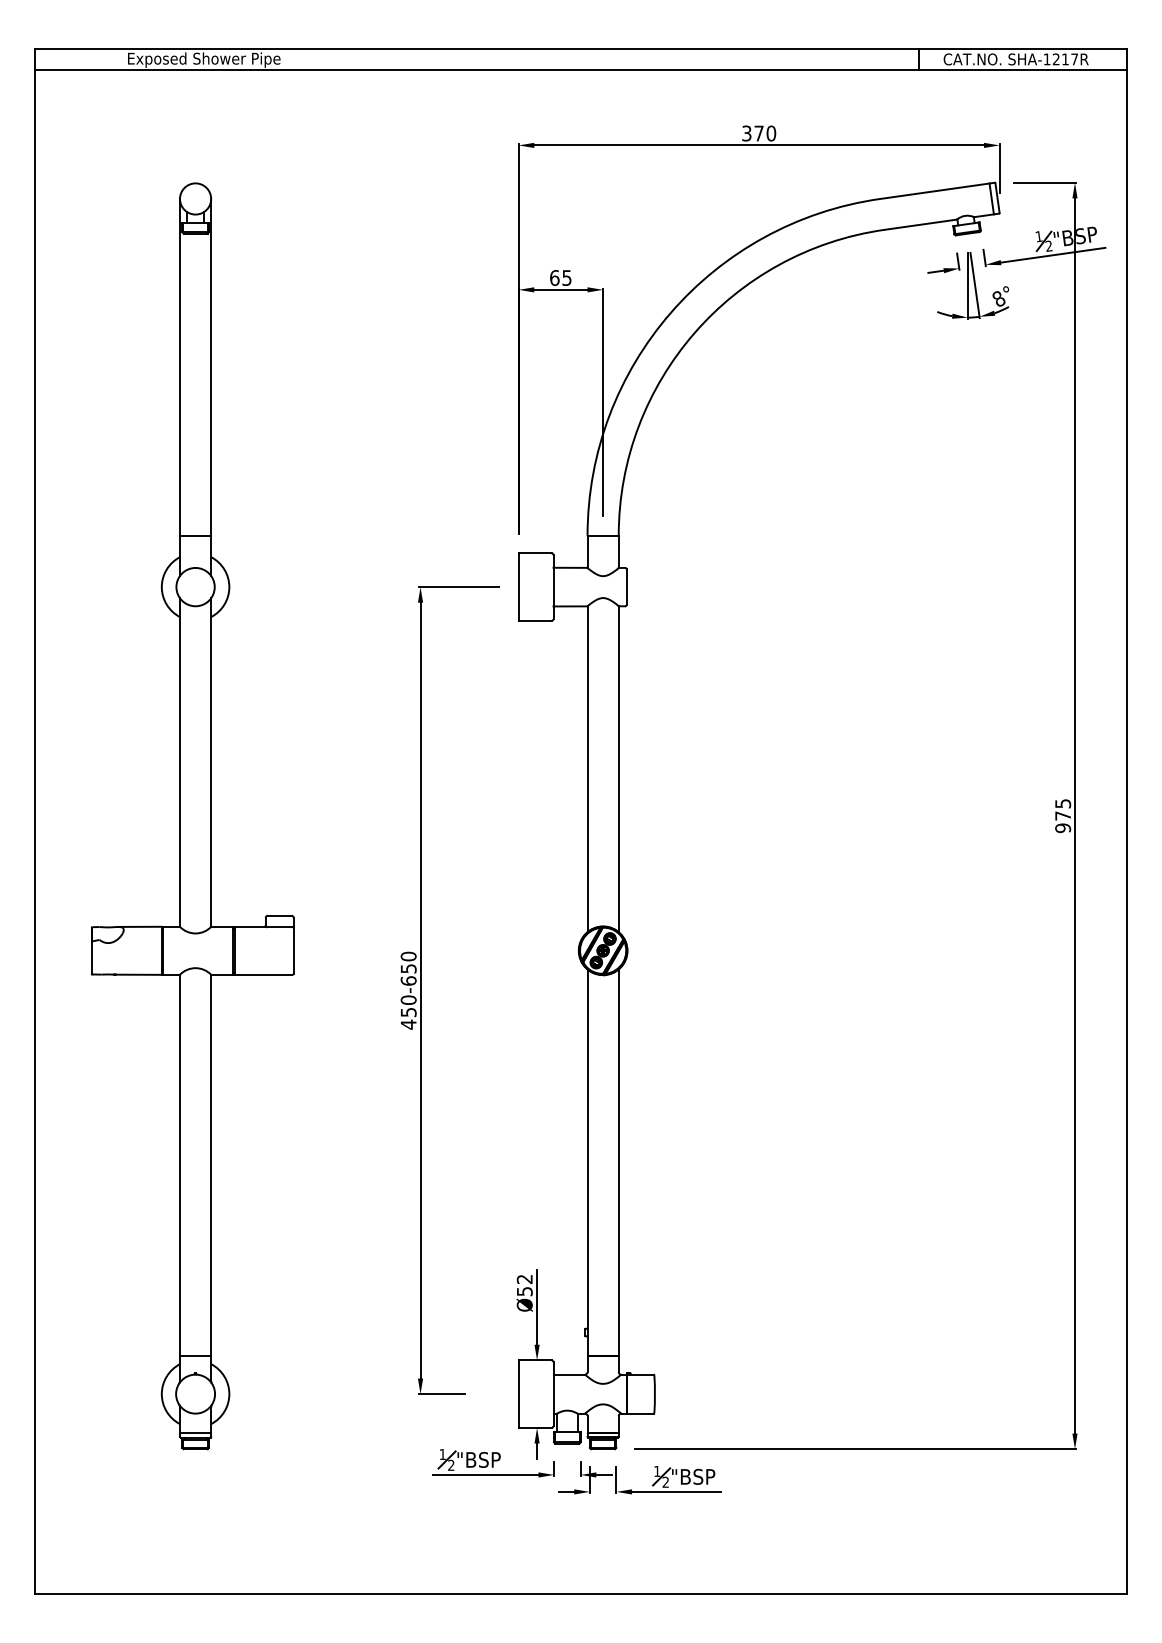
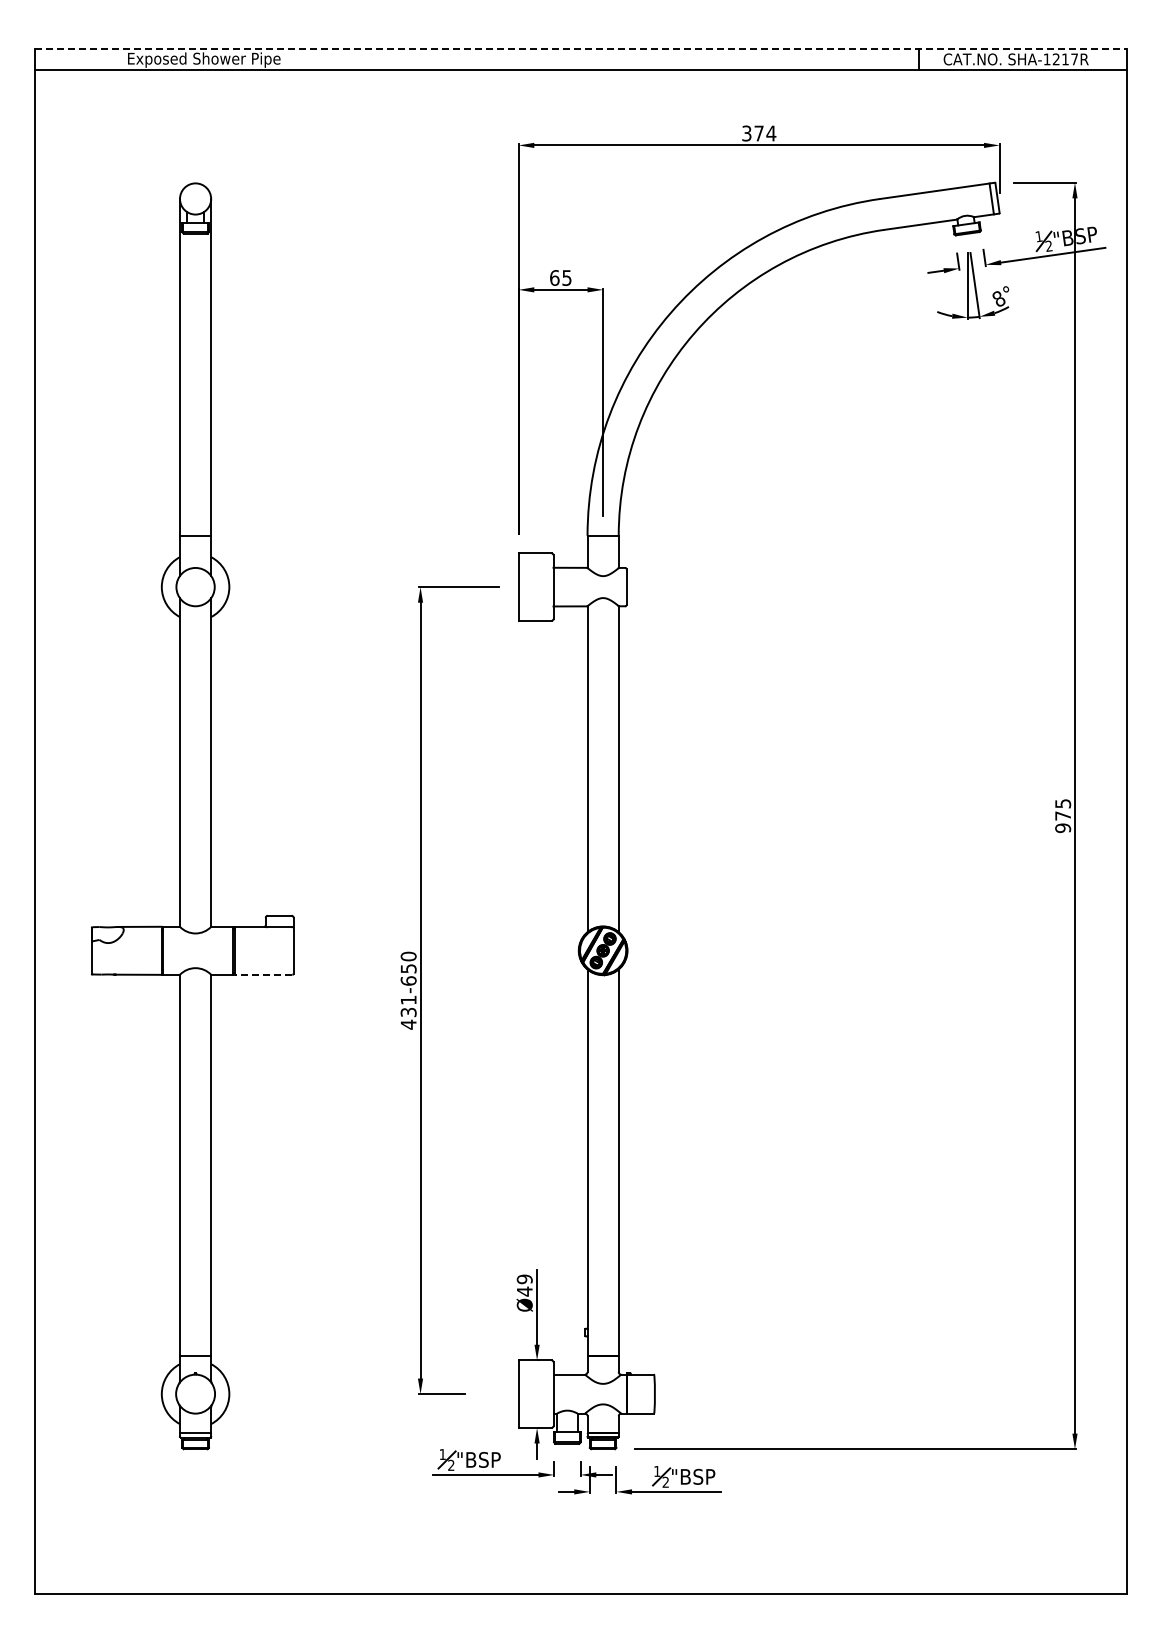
line at (581, 49): solid -> dashed
text at (771, 133): 370 -> 374
line at (263, 974): solid -> dashed
text at (408, 1005): 450-650 -> 431-650
text at (524, 1285): Ø52 -> Ø49
